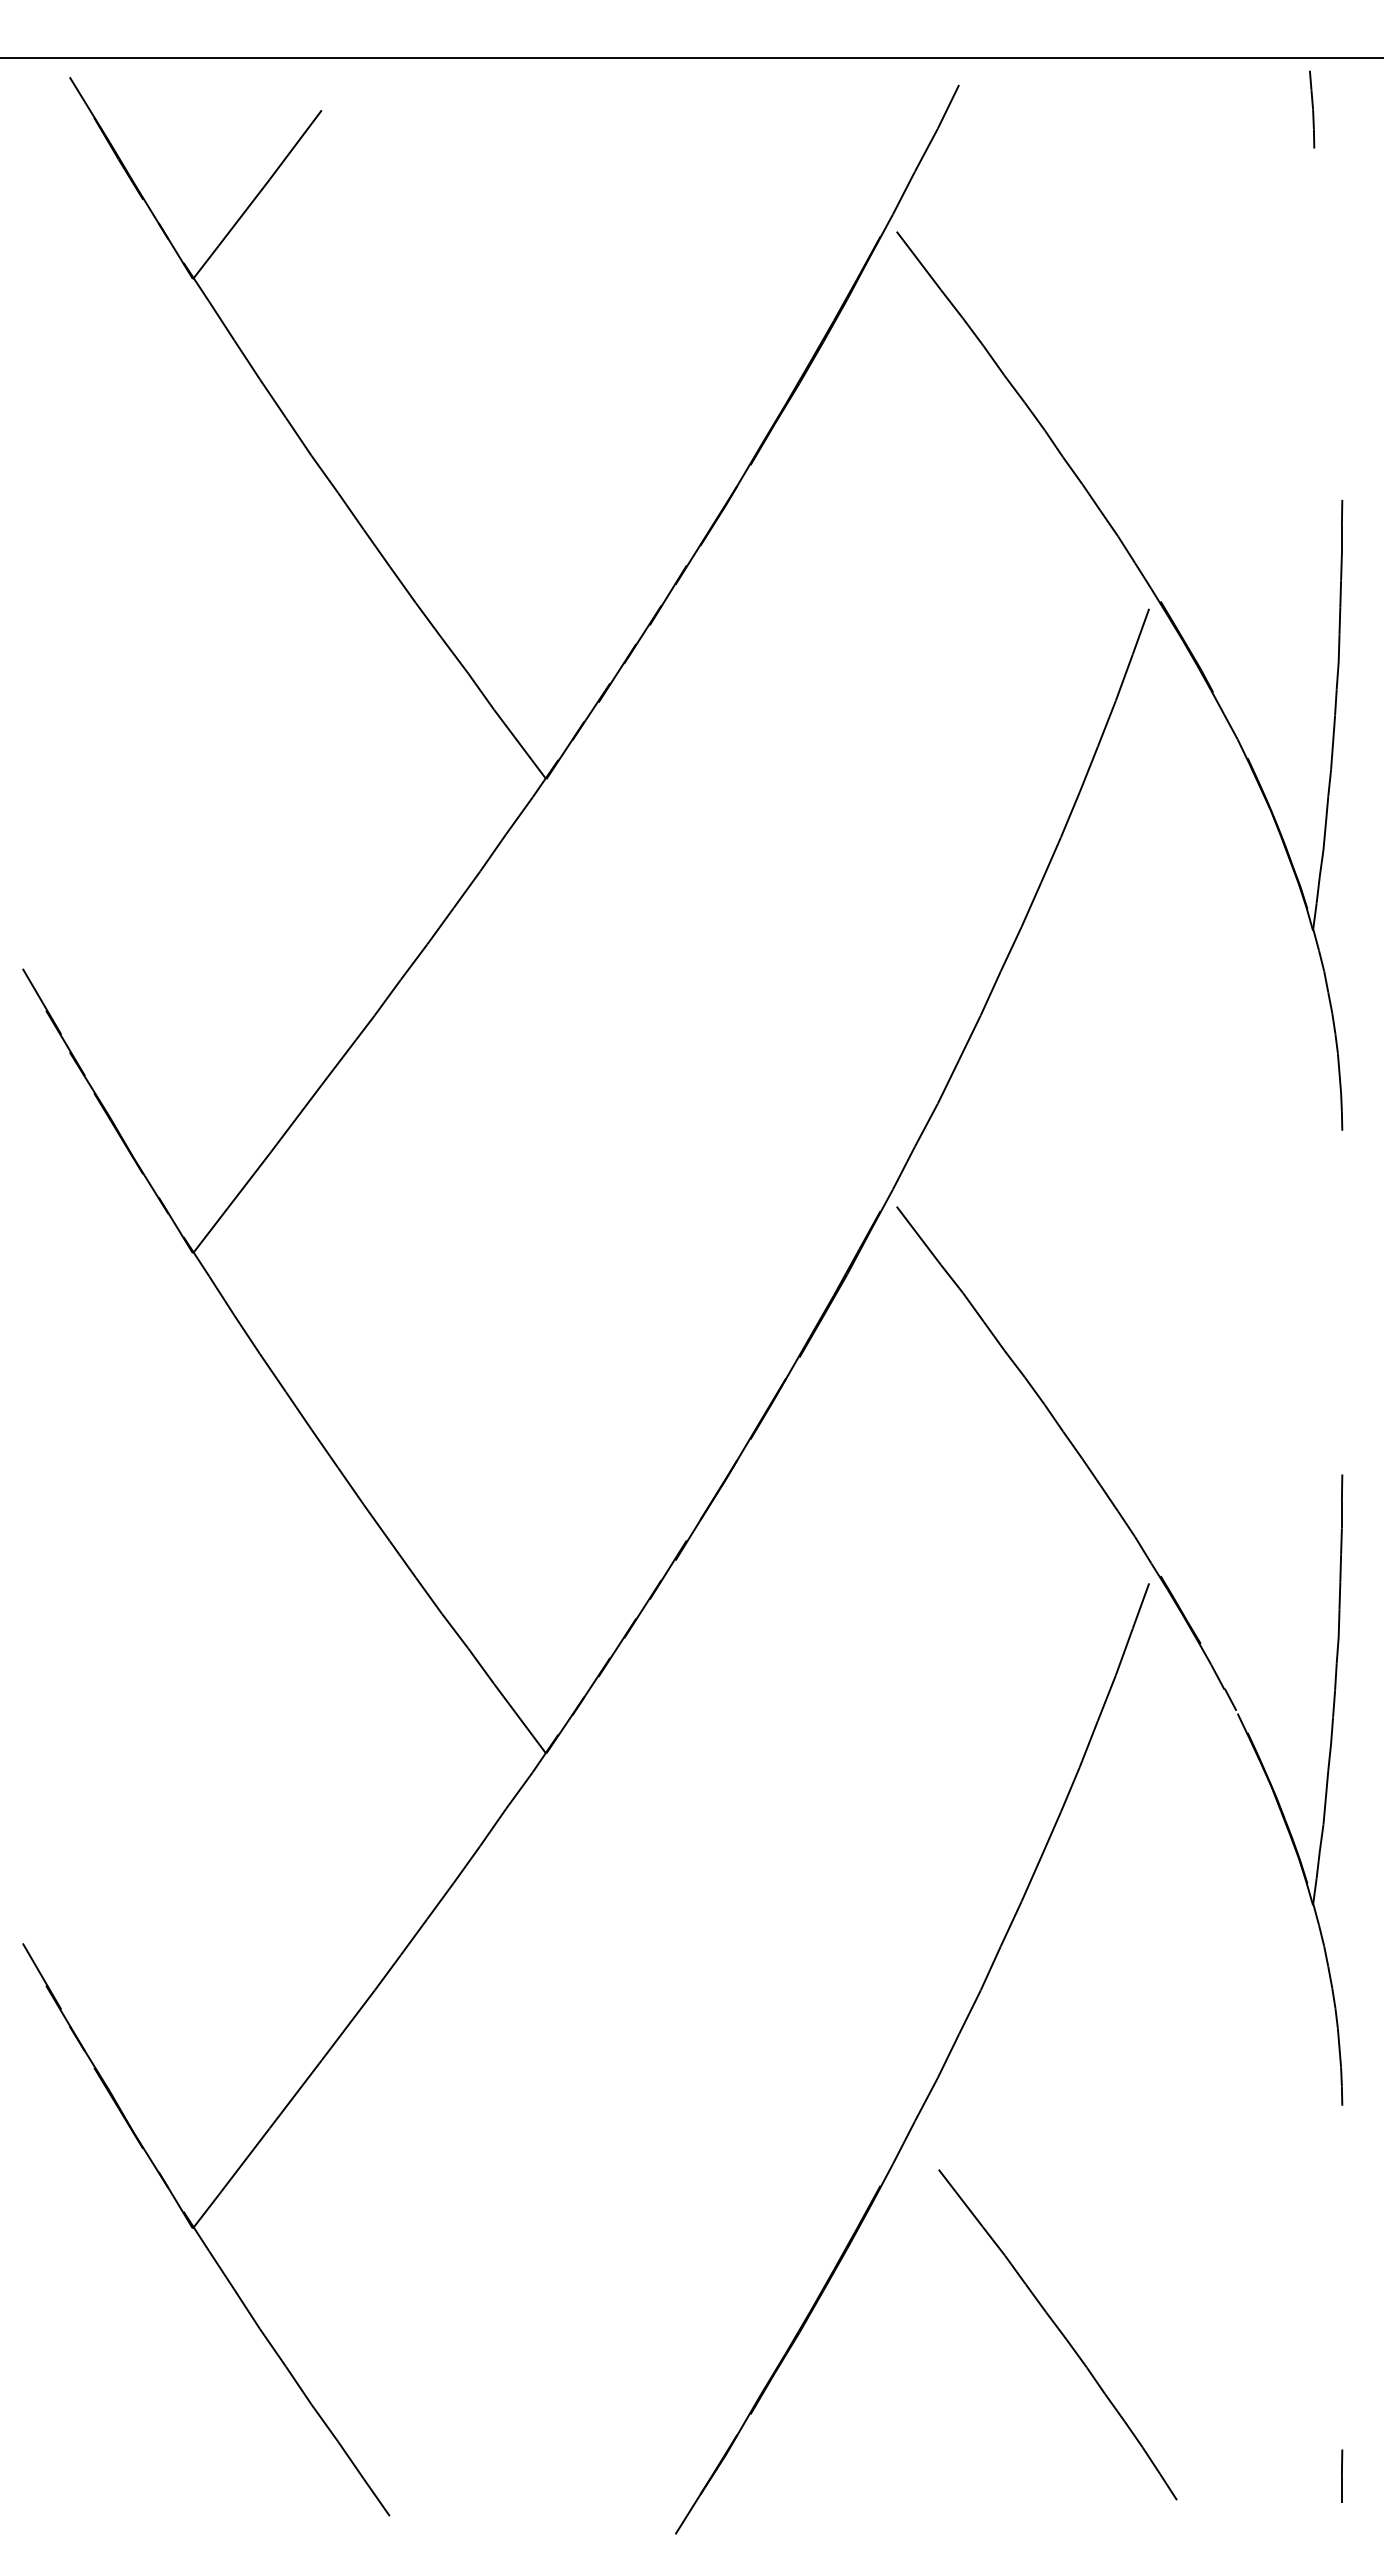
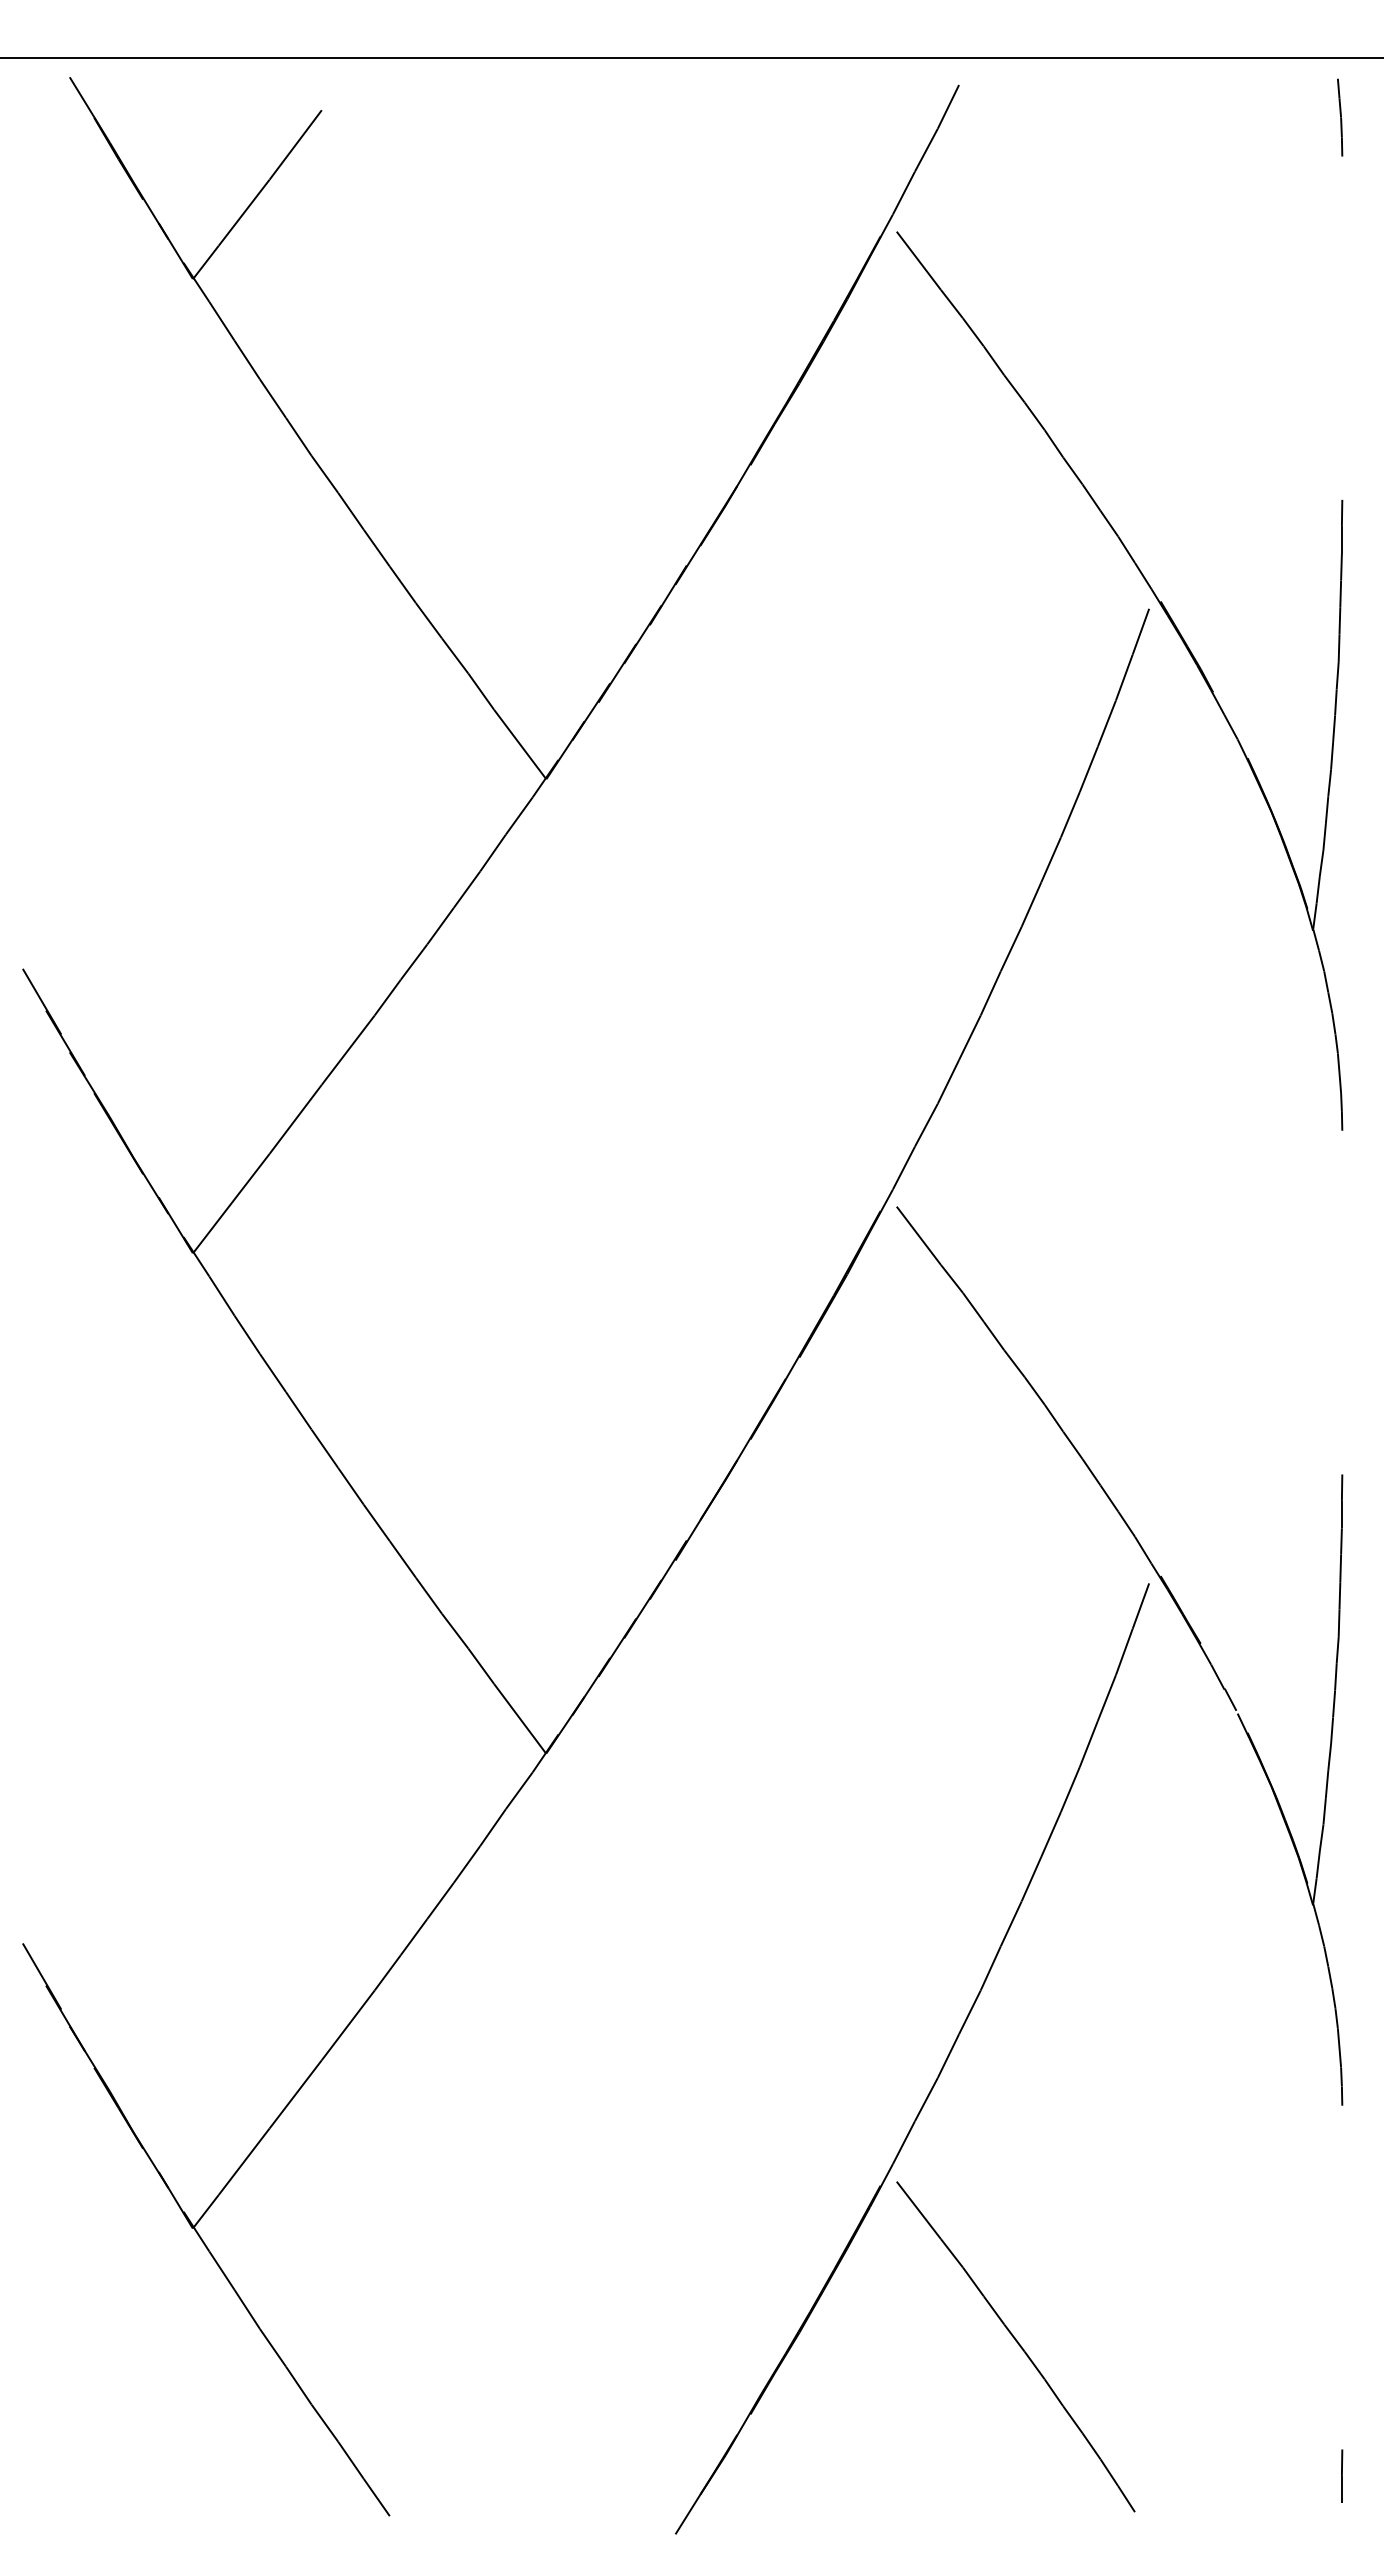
line at (1312, 109) position: (1312, 109) -> (1340, 117)
part at (1057, 2334) position: (1057, 2334) -> (1015, 2346)
